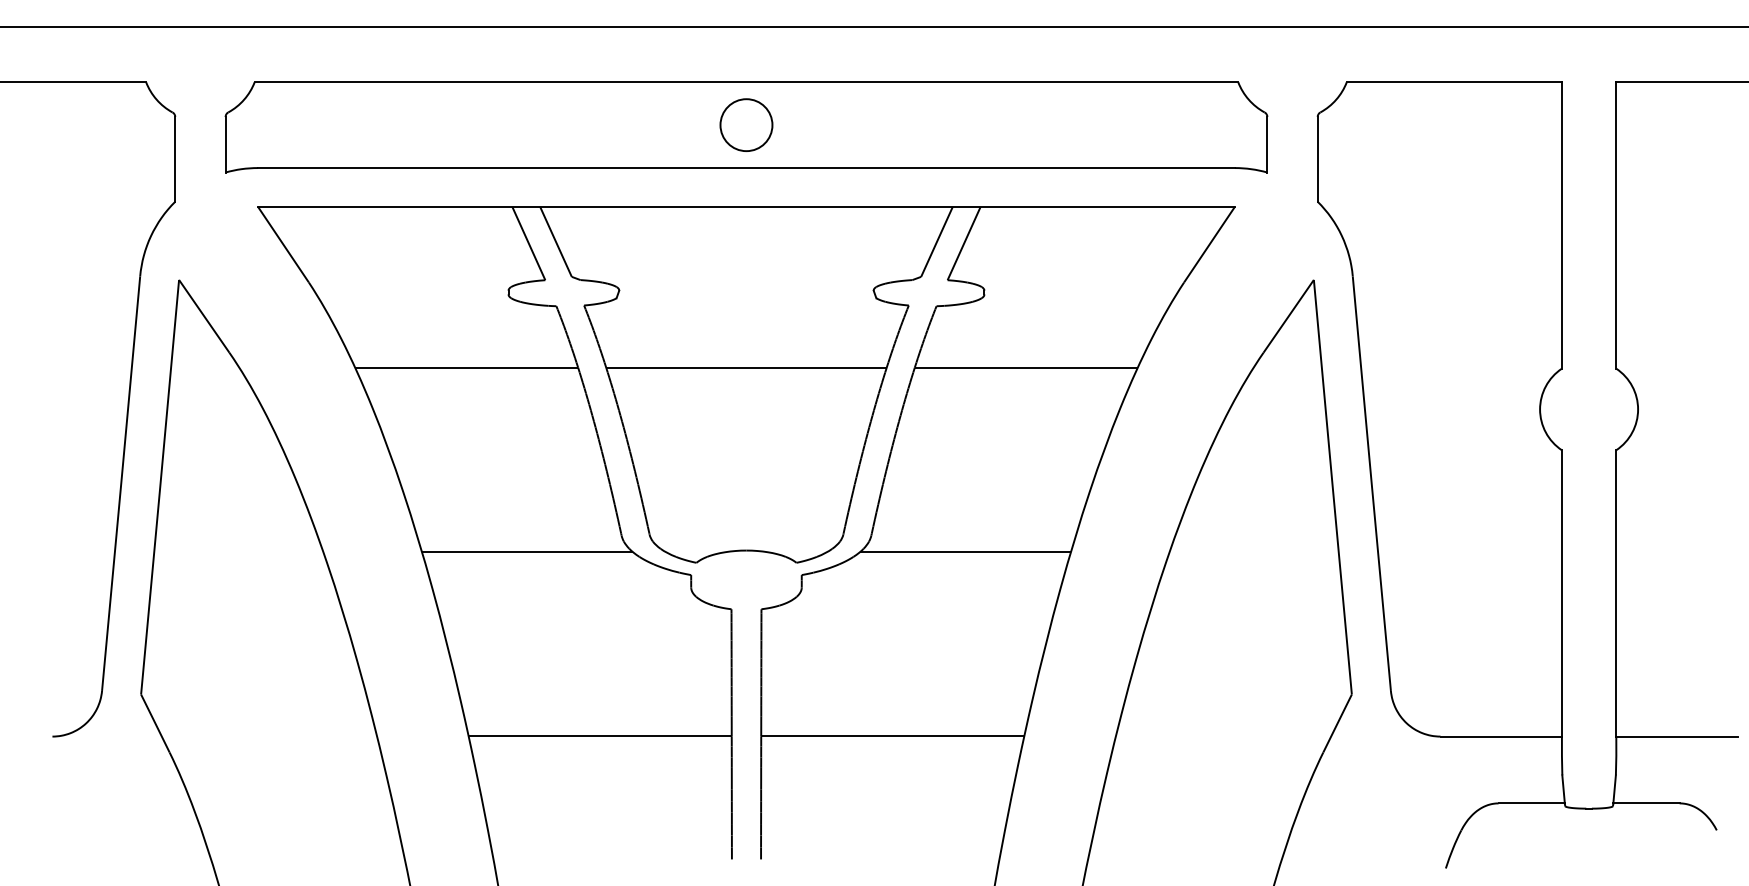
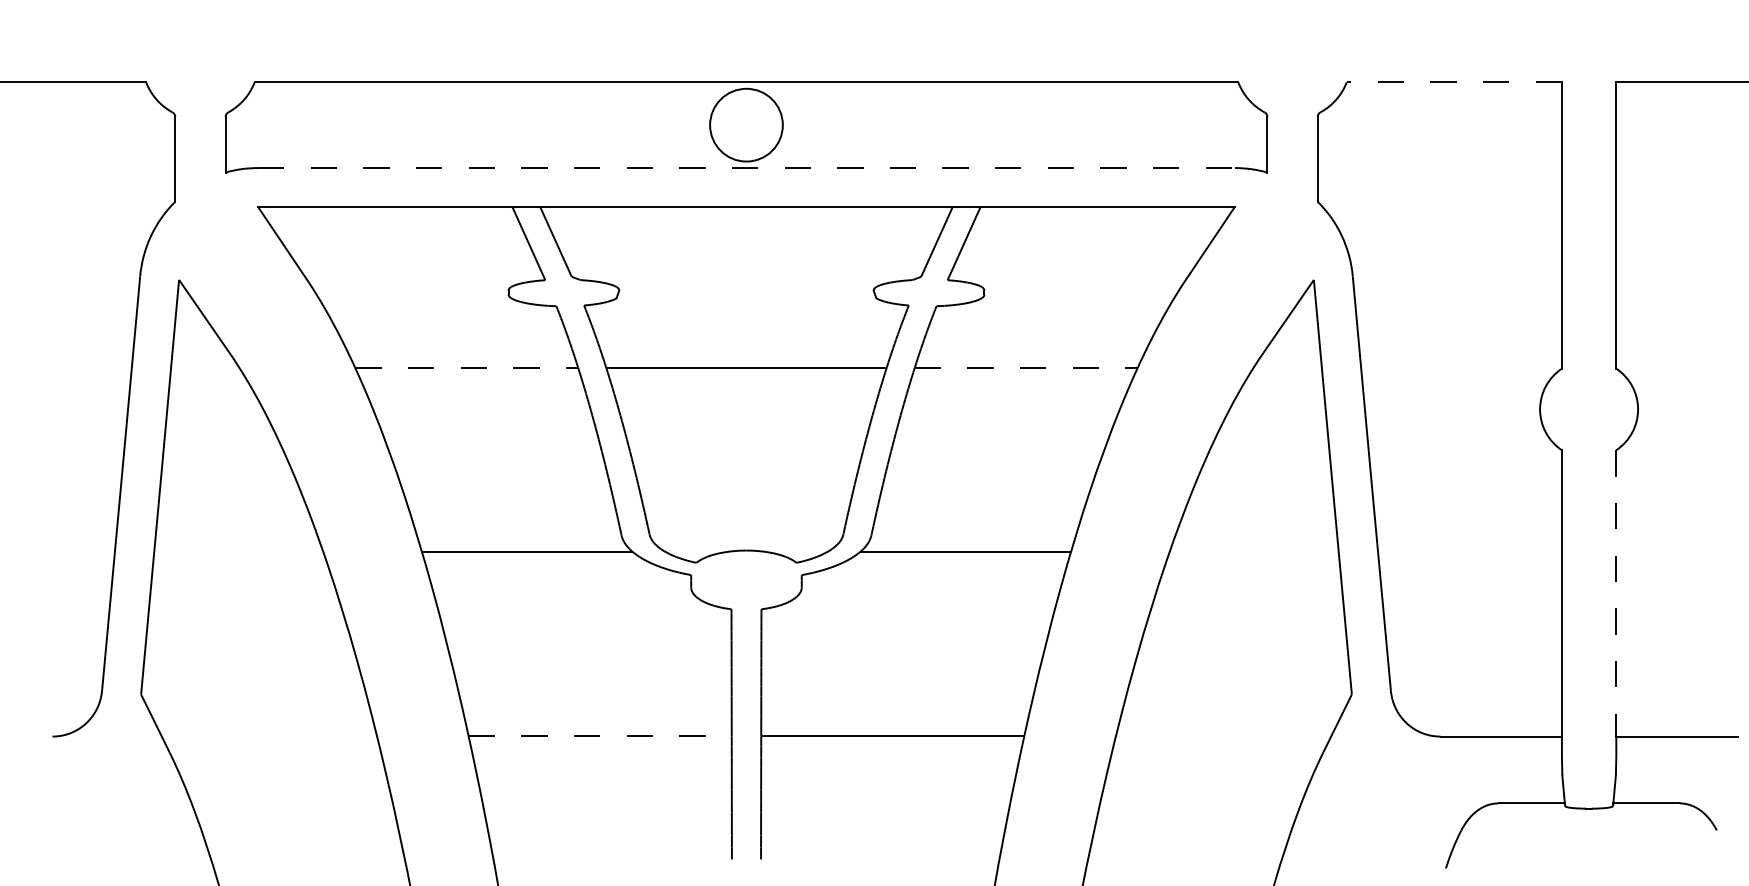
line at (873, 26): present -> none
line at (1454, 82): solid -> dashed
circle at (746, 125) diameter: 52 px -> 73 px
line at (746, 168): solid -> dashed
line at (467, 367): solid -> dashed
line at (1026, 367): solid -> dashed
line at (1616, 593): solid -> dashed
line at (600, 736): solid -> dashed
